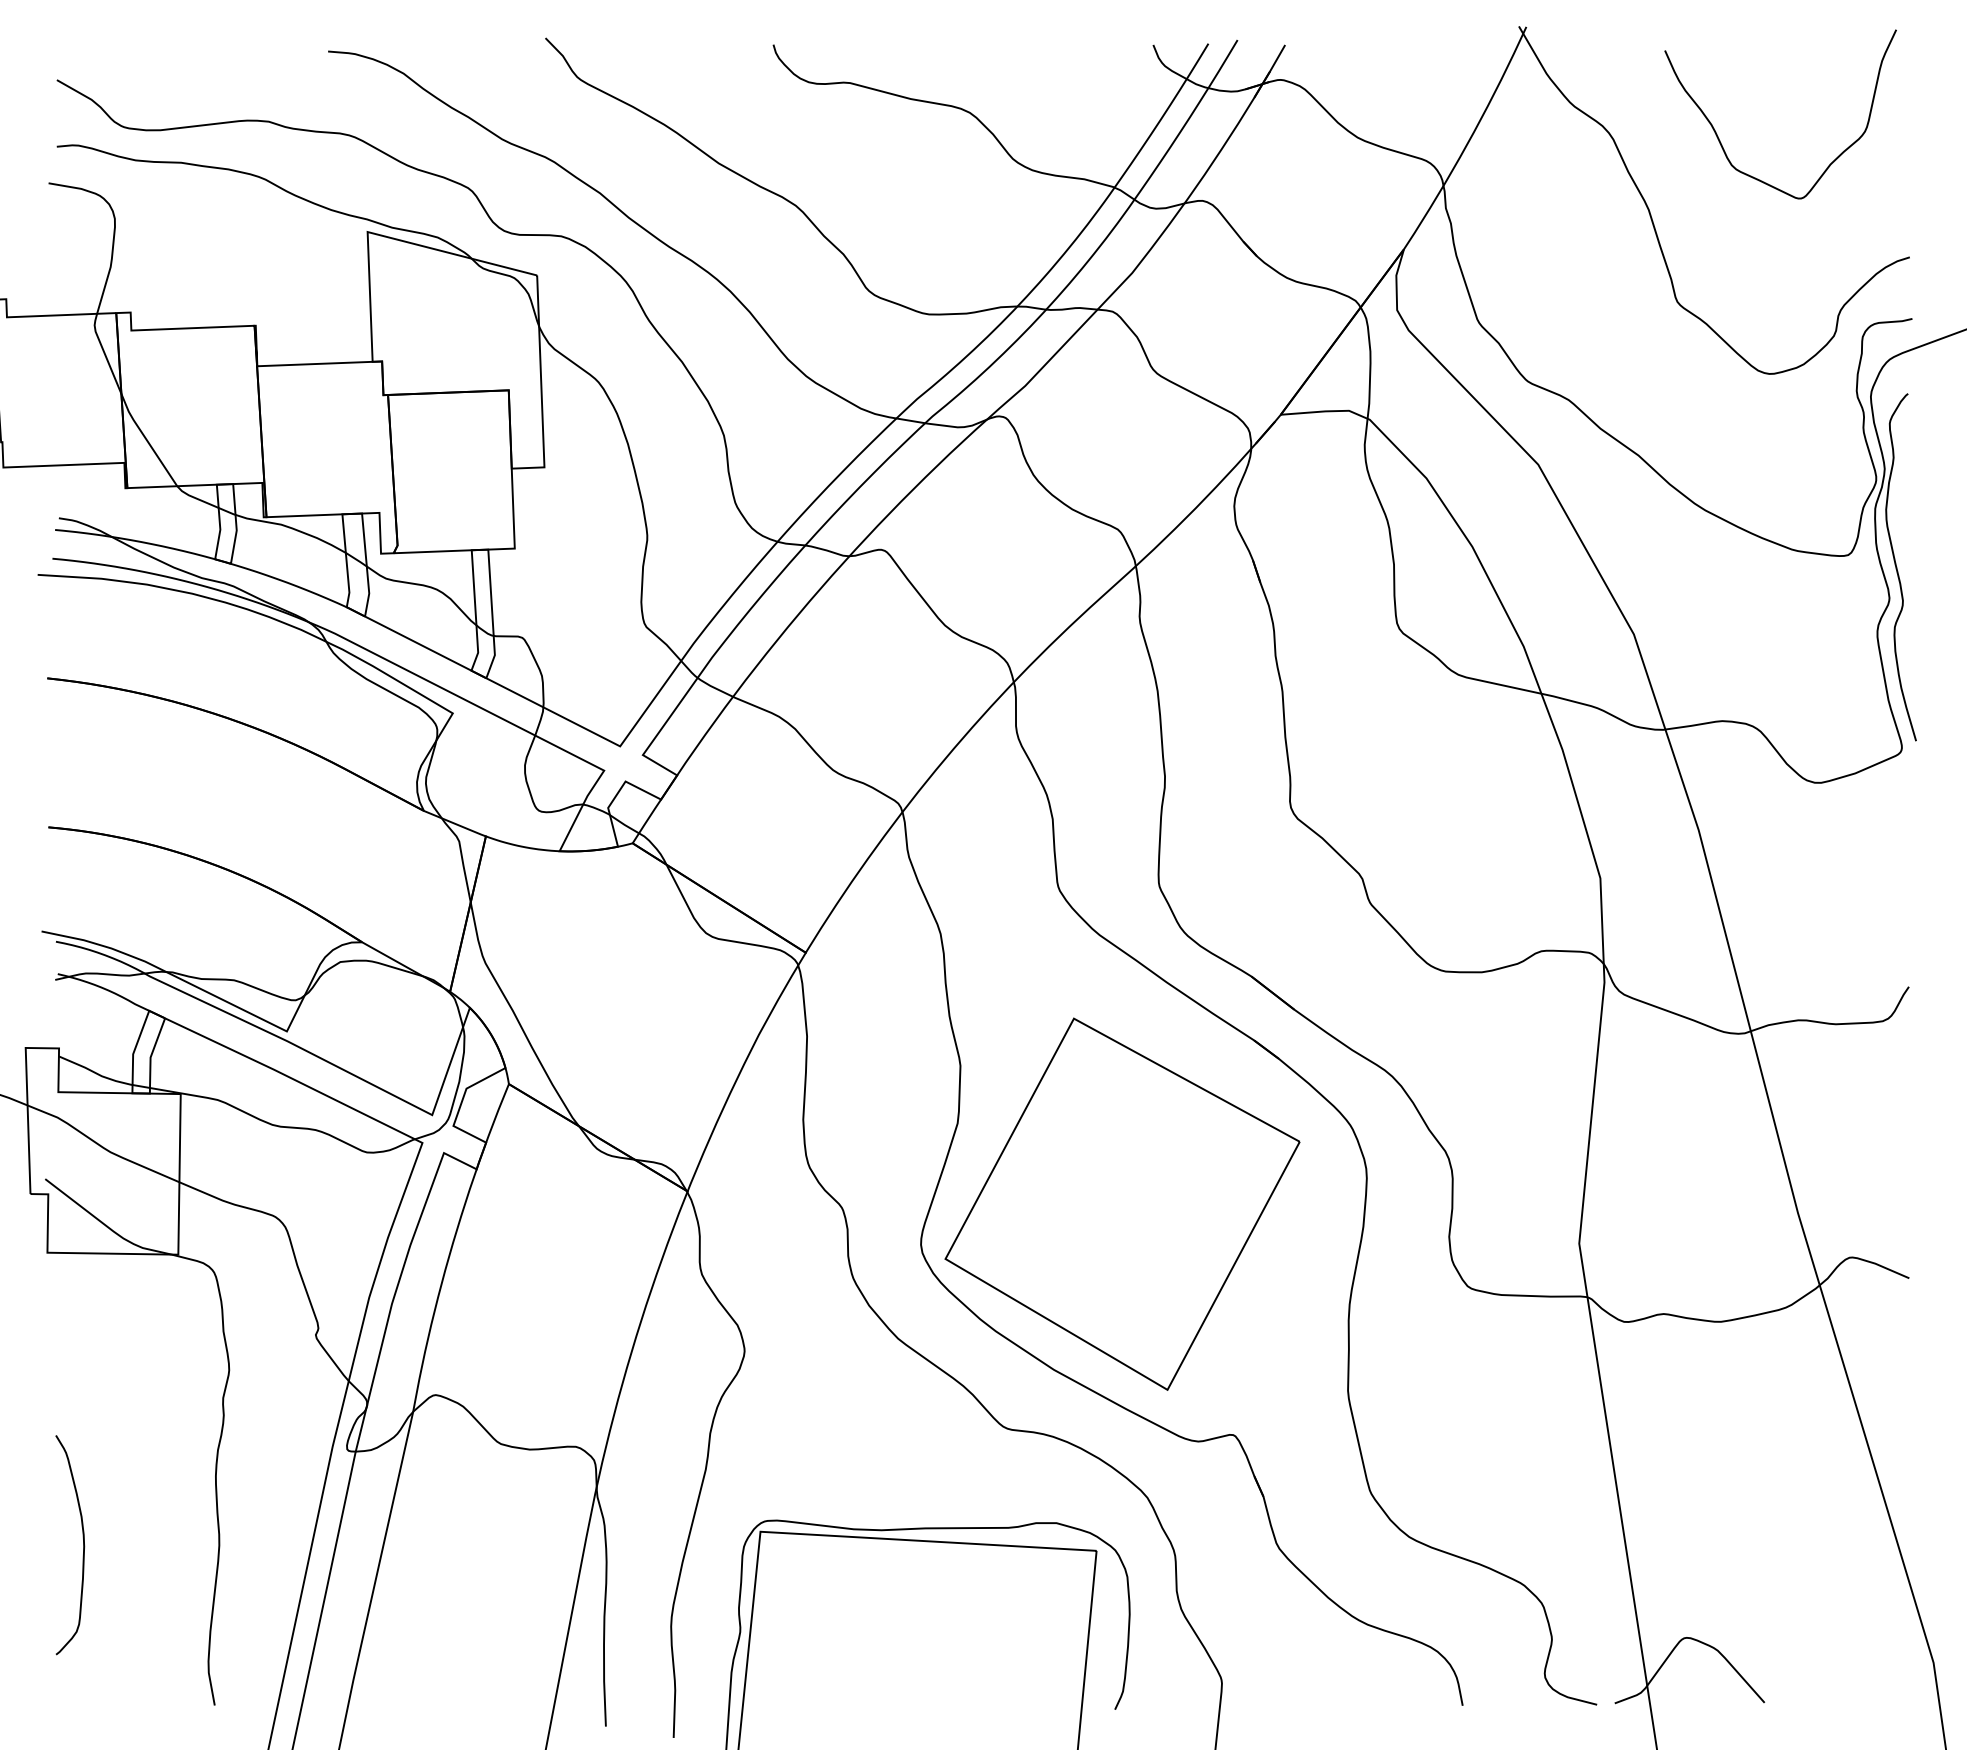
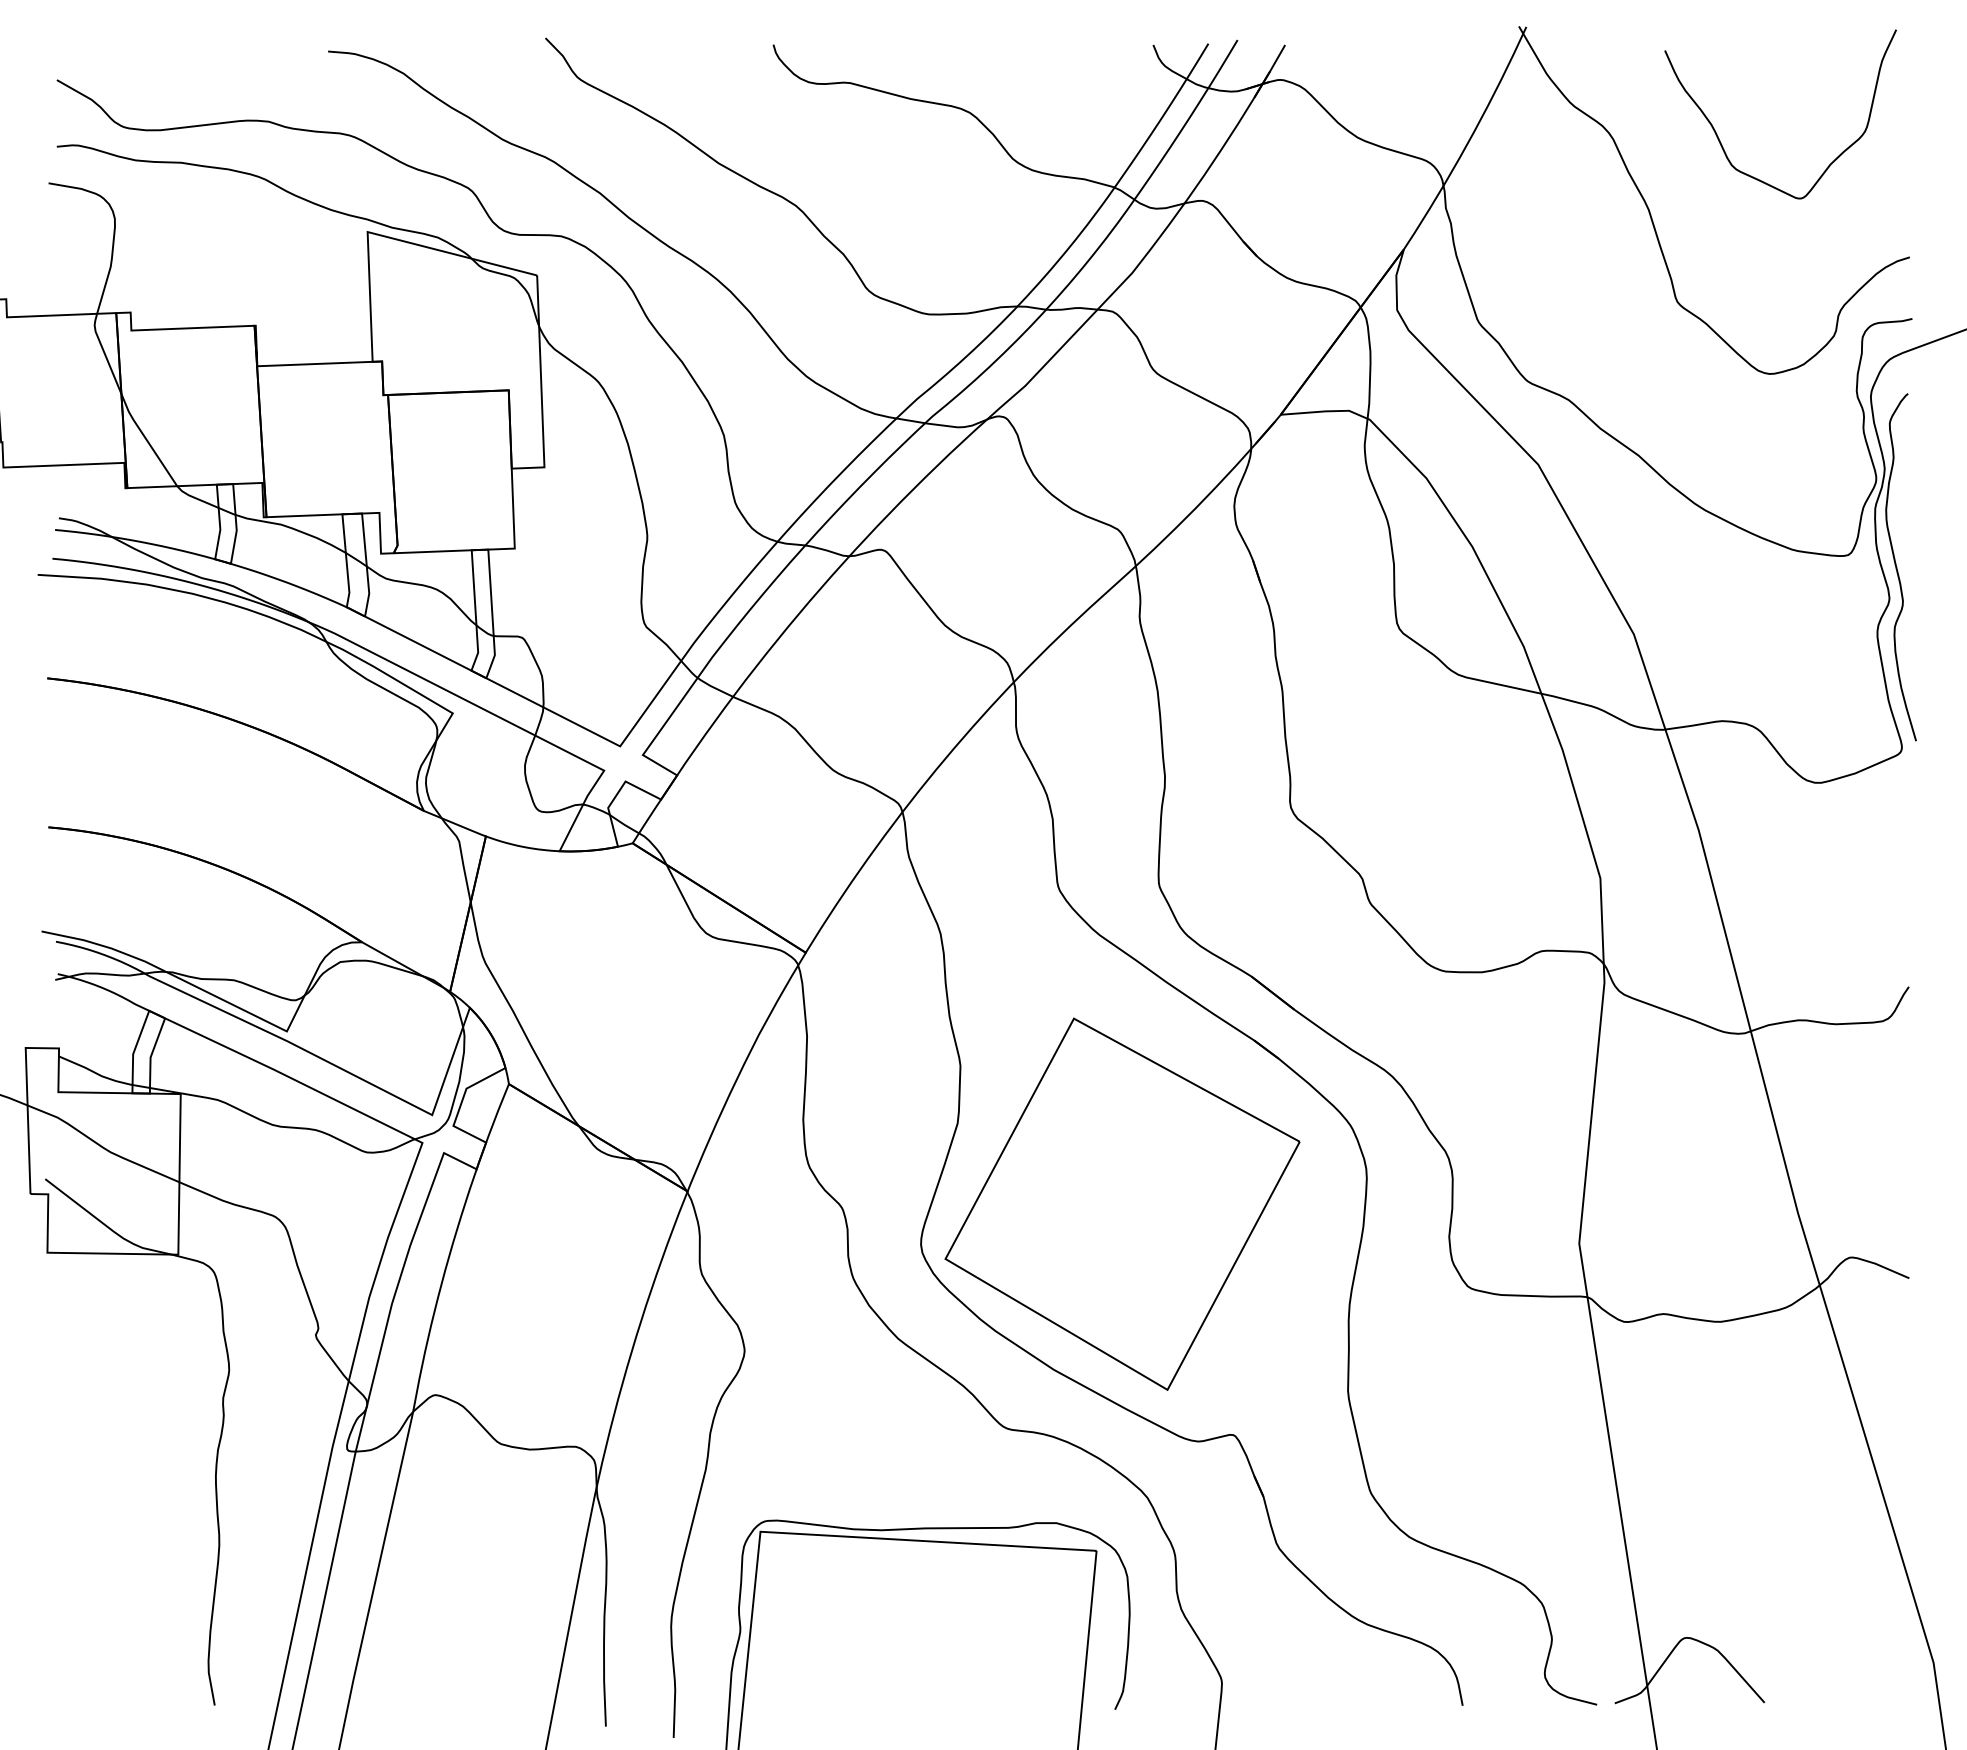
curve at (83, 1545): present -> none
